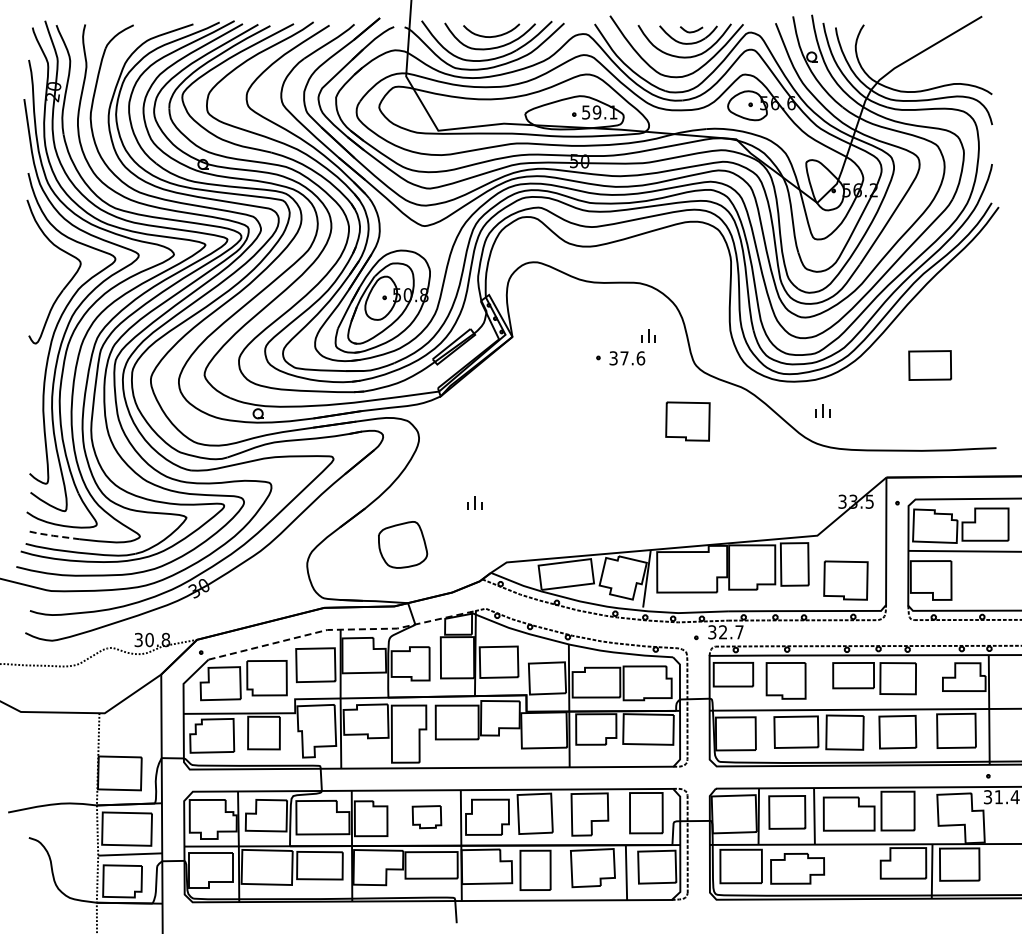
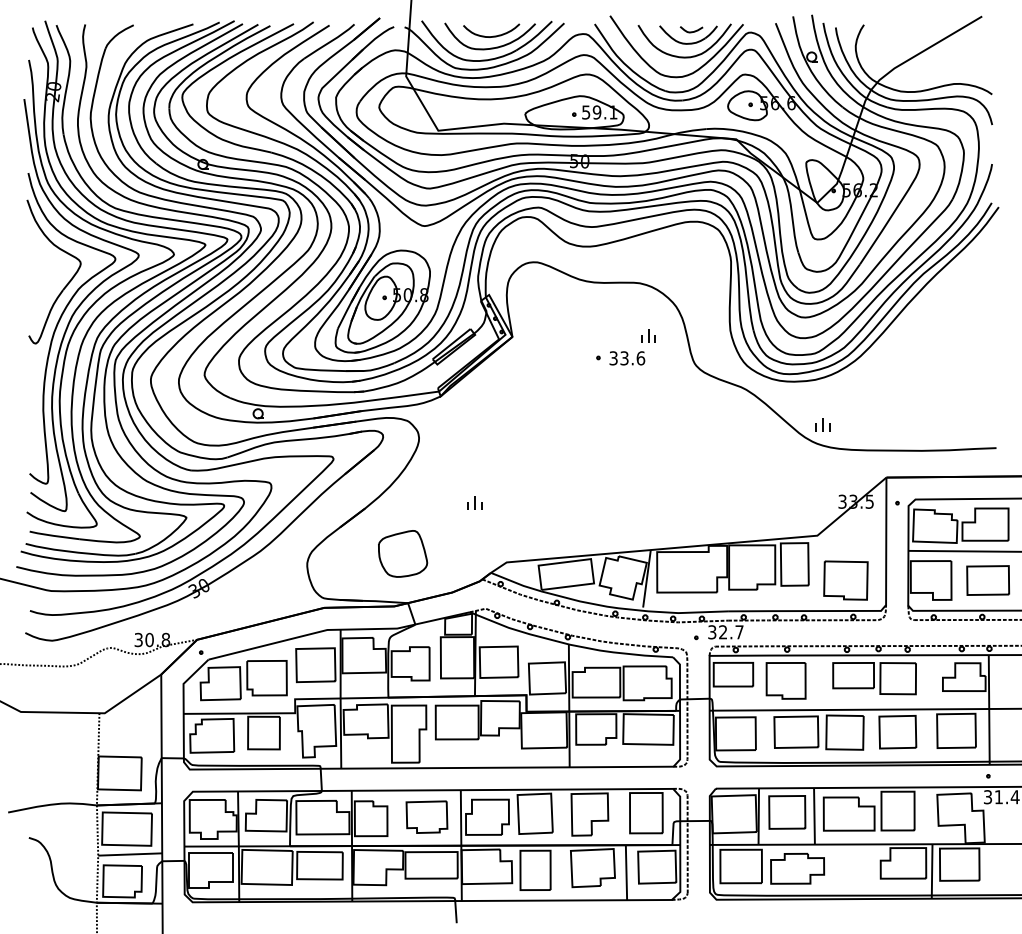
text at (624, 358): 37.6 -> 33.6
part at (930, 365) position: (930, 365) -> (988, 580)
part at (822, 410) position: (822, 410) -> (822, 424)
part at (687, 421): present -> none
line at (53, 535): dashed -> solid
part at (403, 544) position: (403, 544) -> (403, 553)
line at (338, 629): dashed -> solid
part at (426, 817) size: 32x25 px -> 44x34 px
